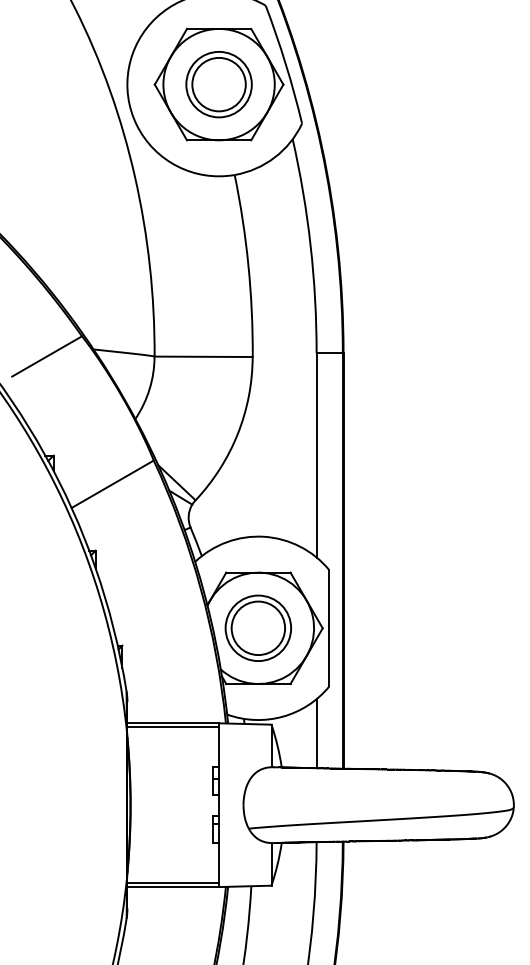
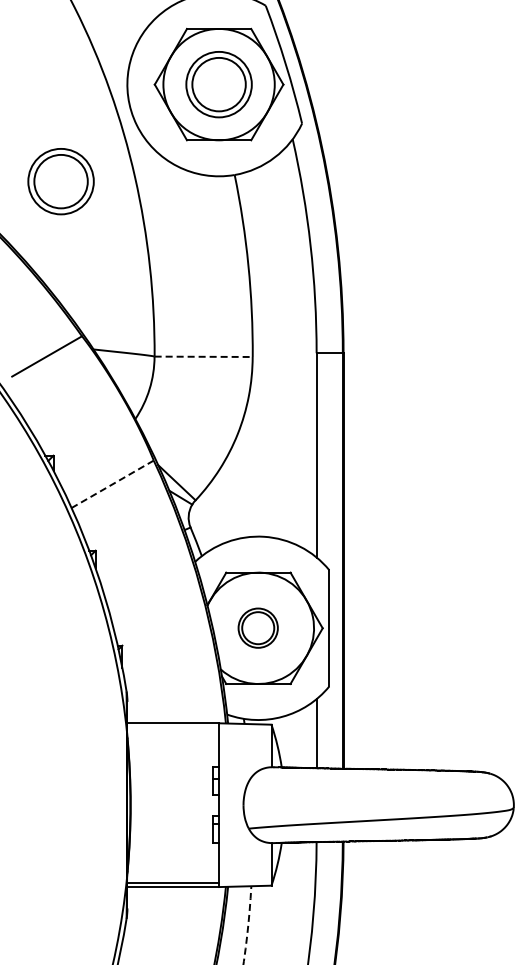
part at (60, 181): none -> present
line at (204, 356): solid -> dashed
line at (112, 484): solid -> dashed
part at (257, 627) size: 68x68 px -> 42x42 px
line at (173, 727): present -> none
arc at (248, 925): solid -> dashed
